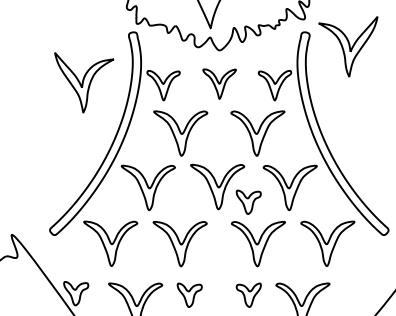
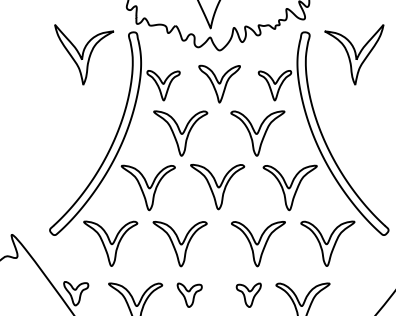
part at (348, 46) position: (348, 46) -> (354, 54)
part at (84, 82) position: (84, 82) -> (84, 54)
part at (219, 83) size: 35x32 px -> 43x40 px
part at (248, 201): present -> none
